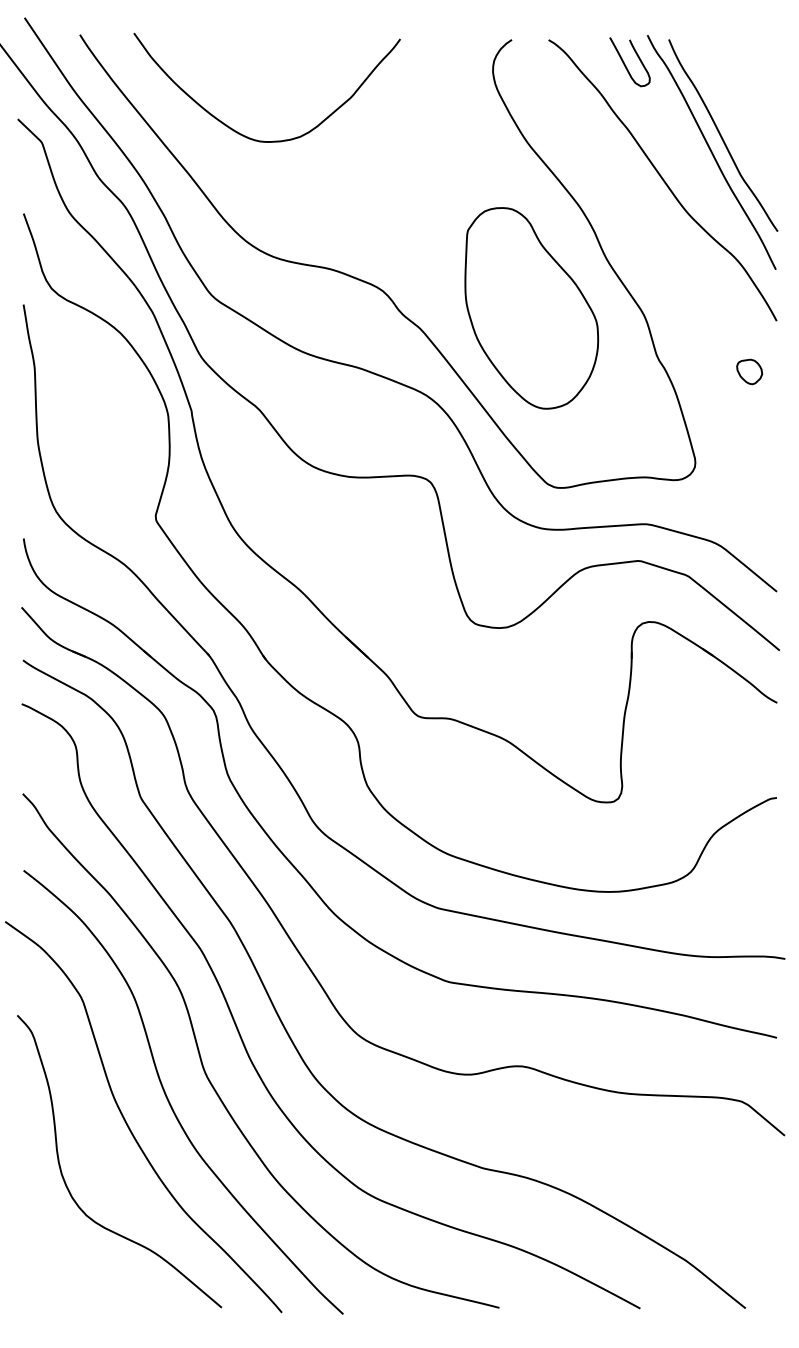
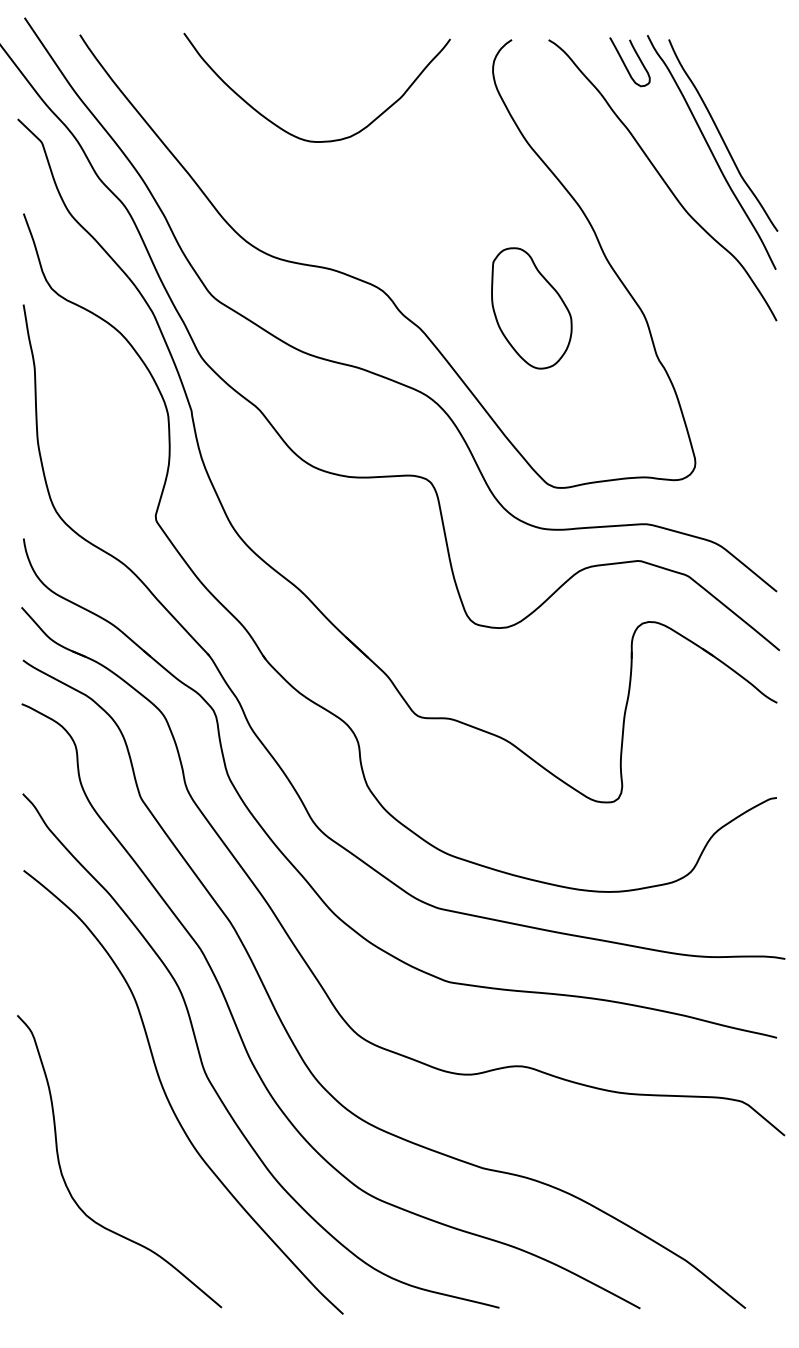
curve at (243, 134) position: (243, 134) -> (293, 134)
part at (531, 308) size: 136x203 px -> 82x123 px
part at (749, 371): present -> none
curve at (128, 1124): present -> none
